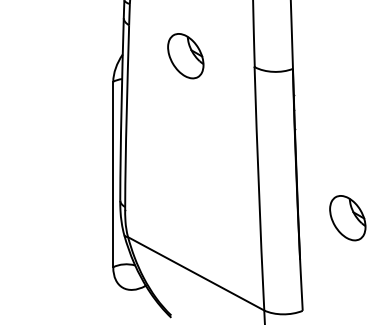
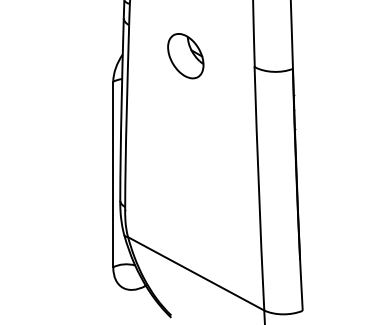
part at (347, 218): present -> none
